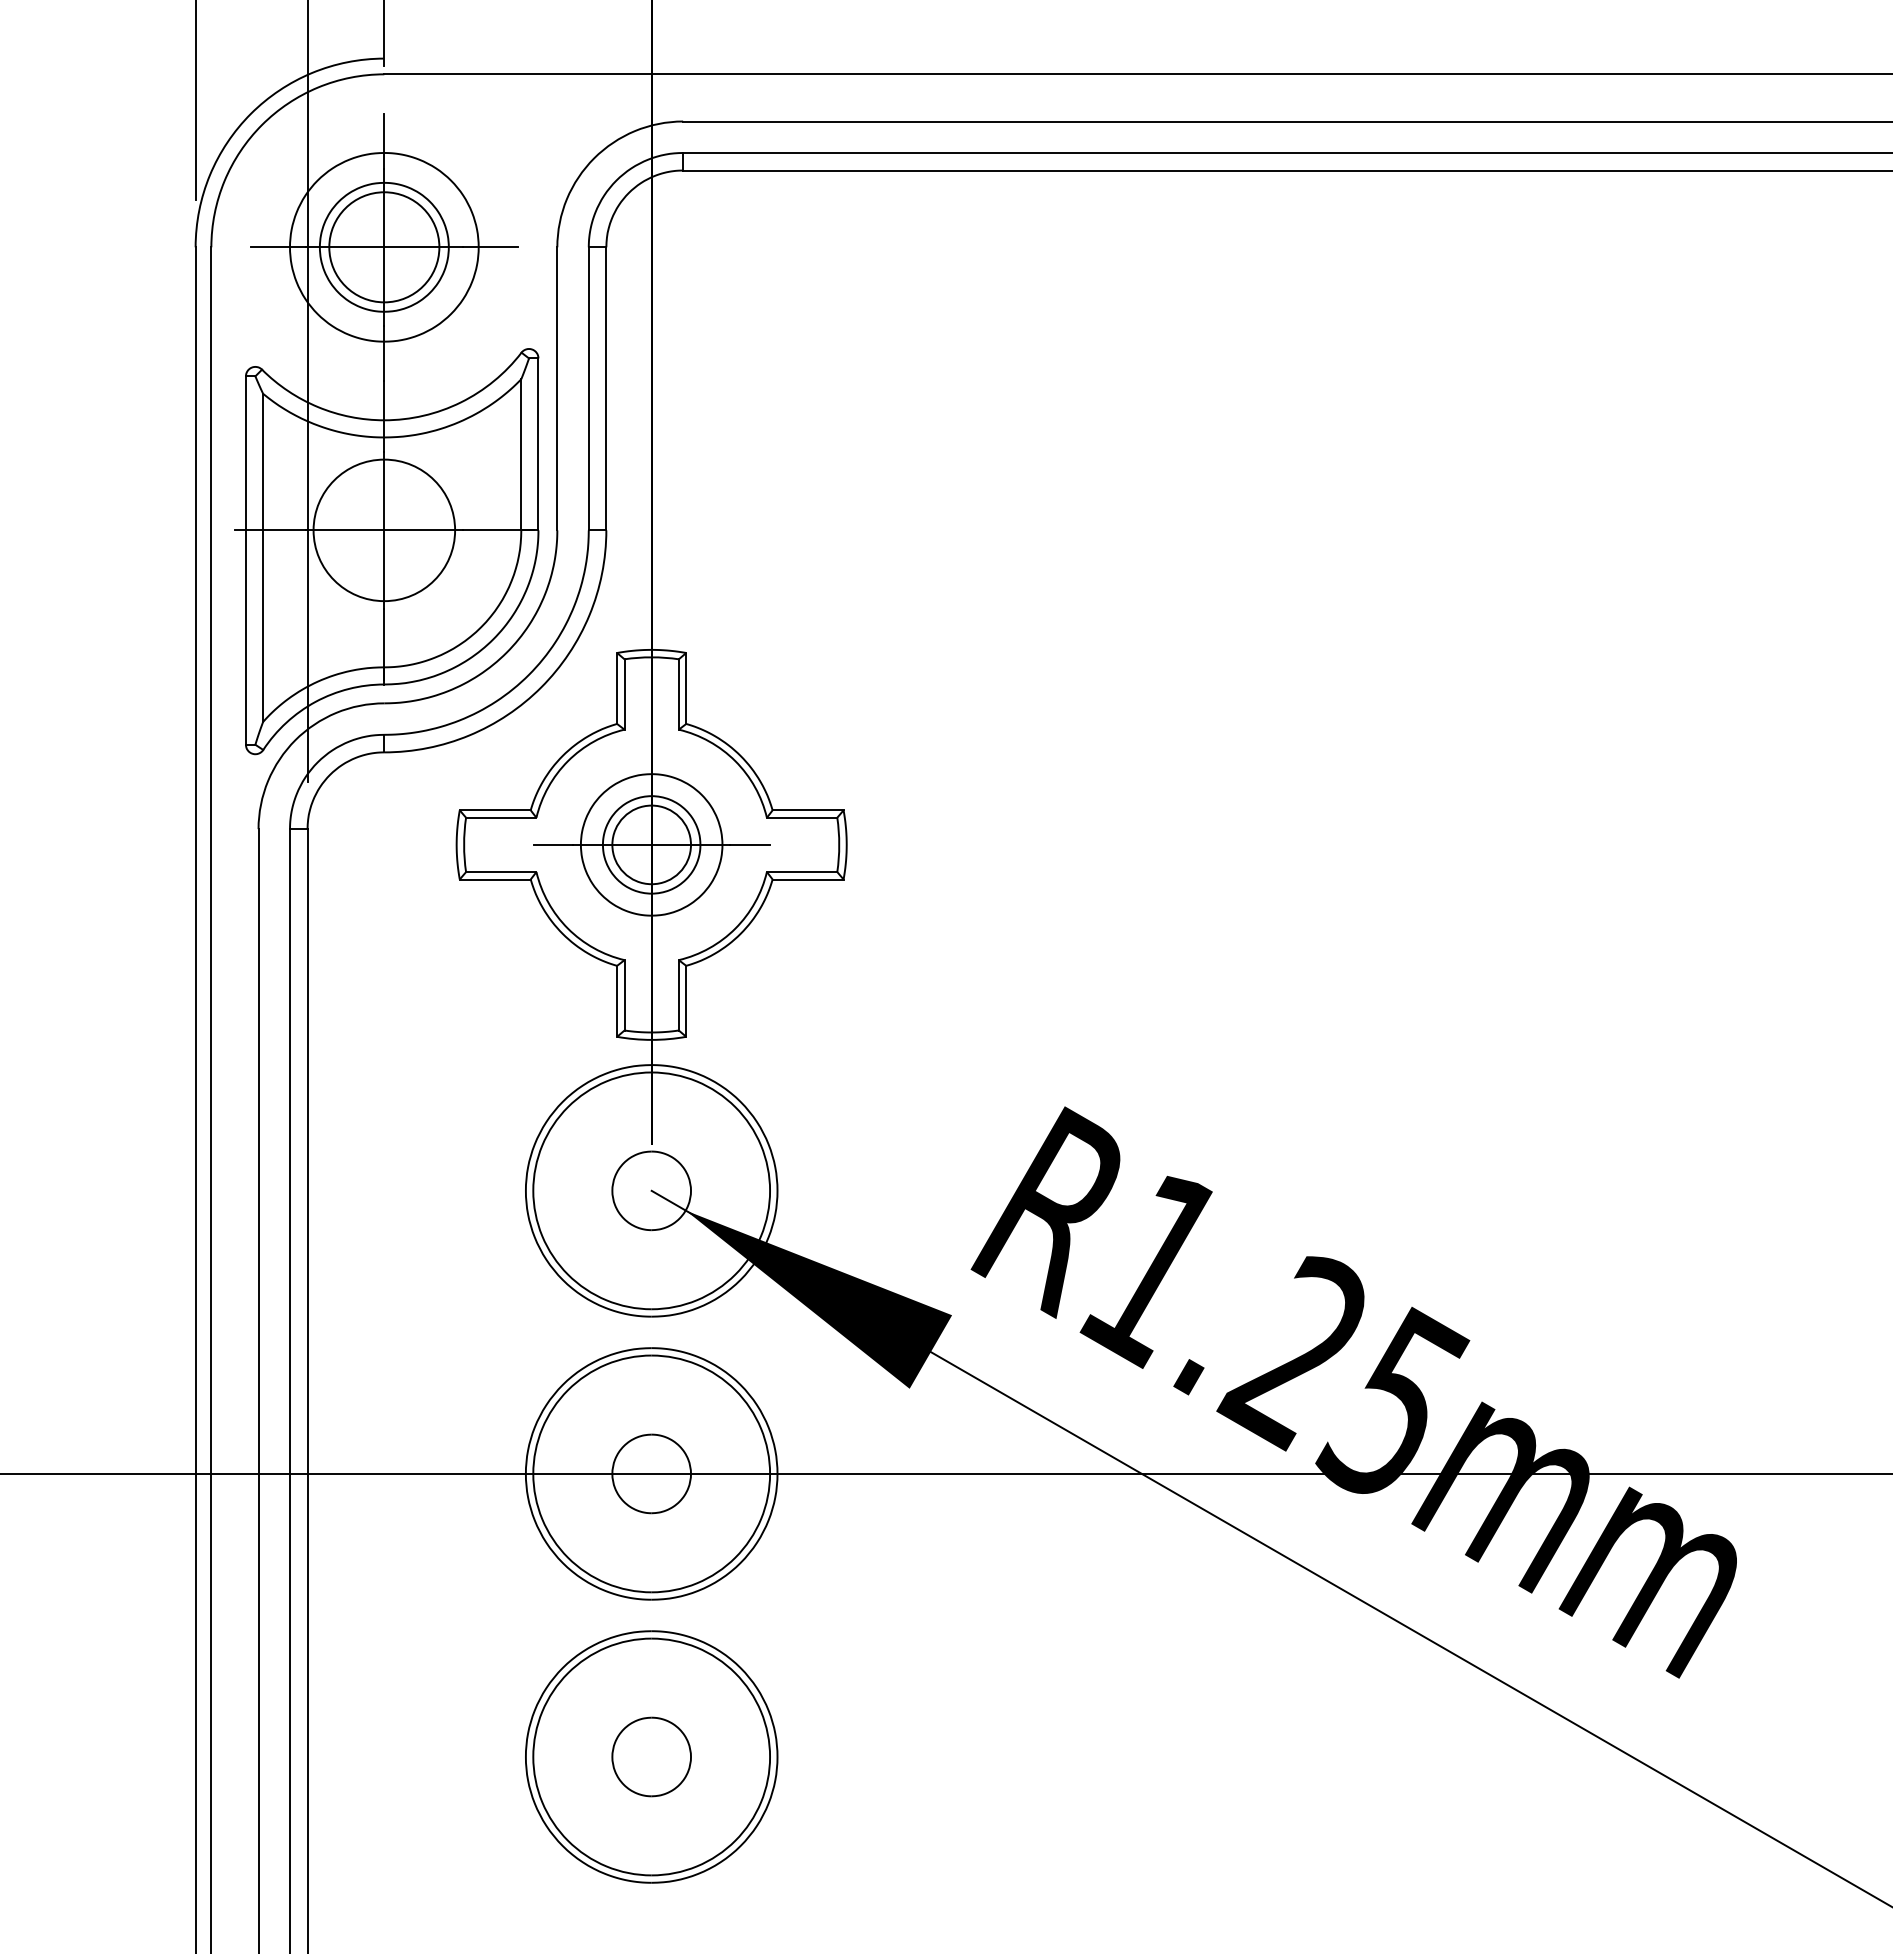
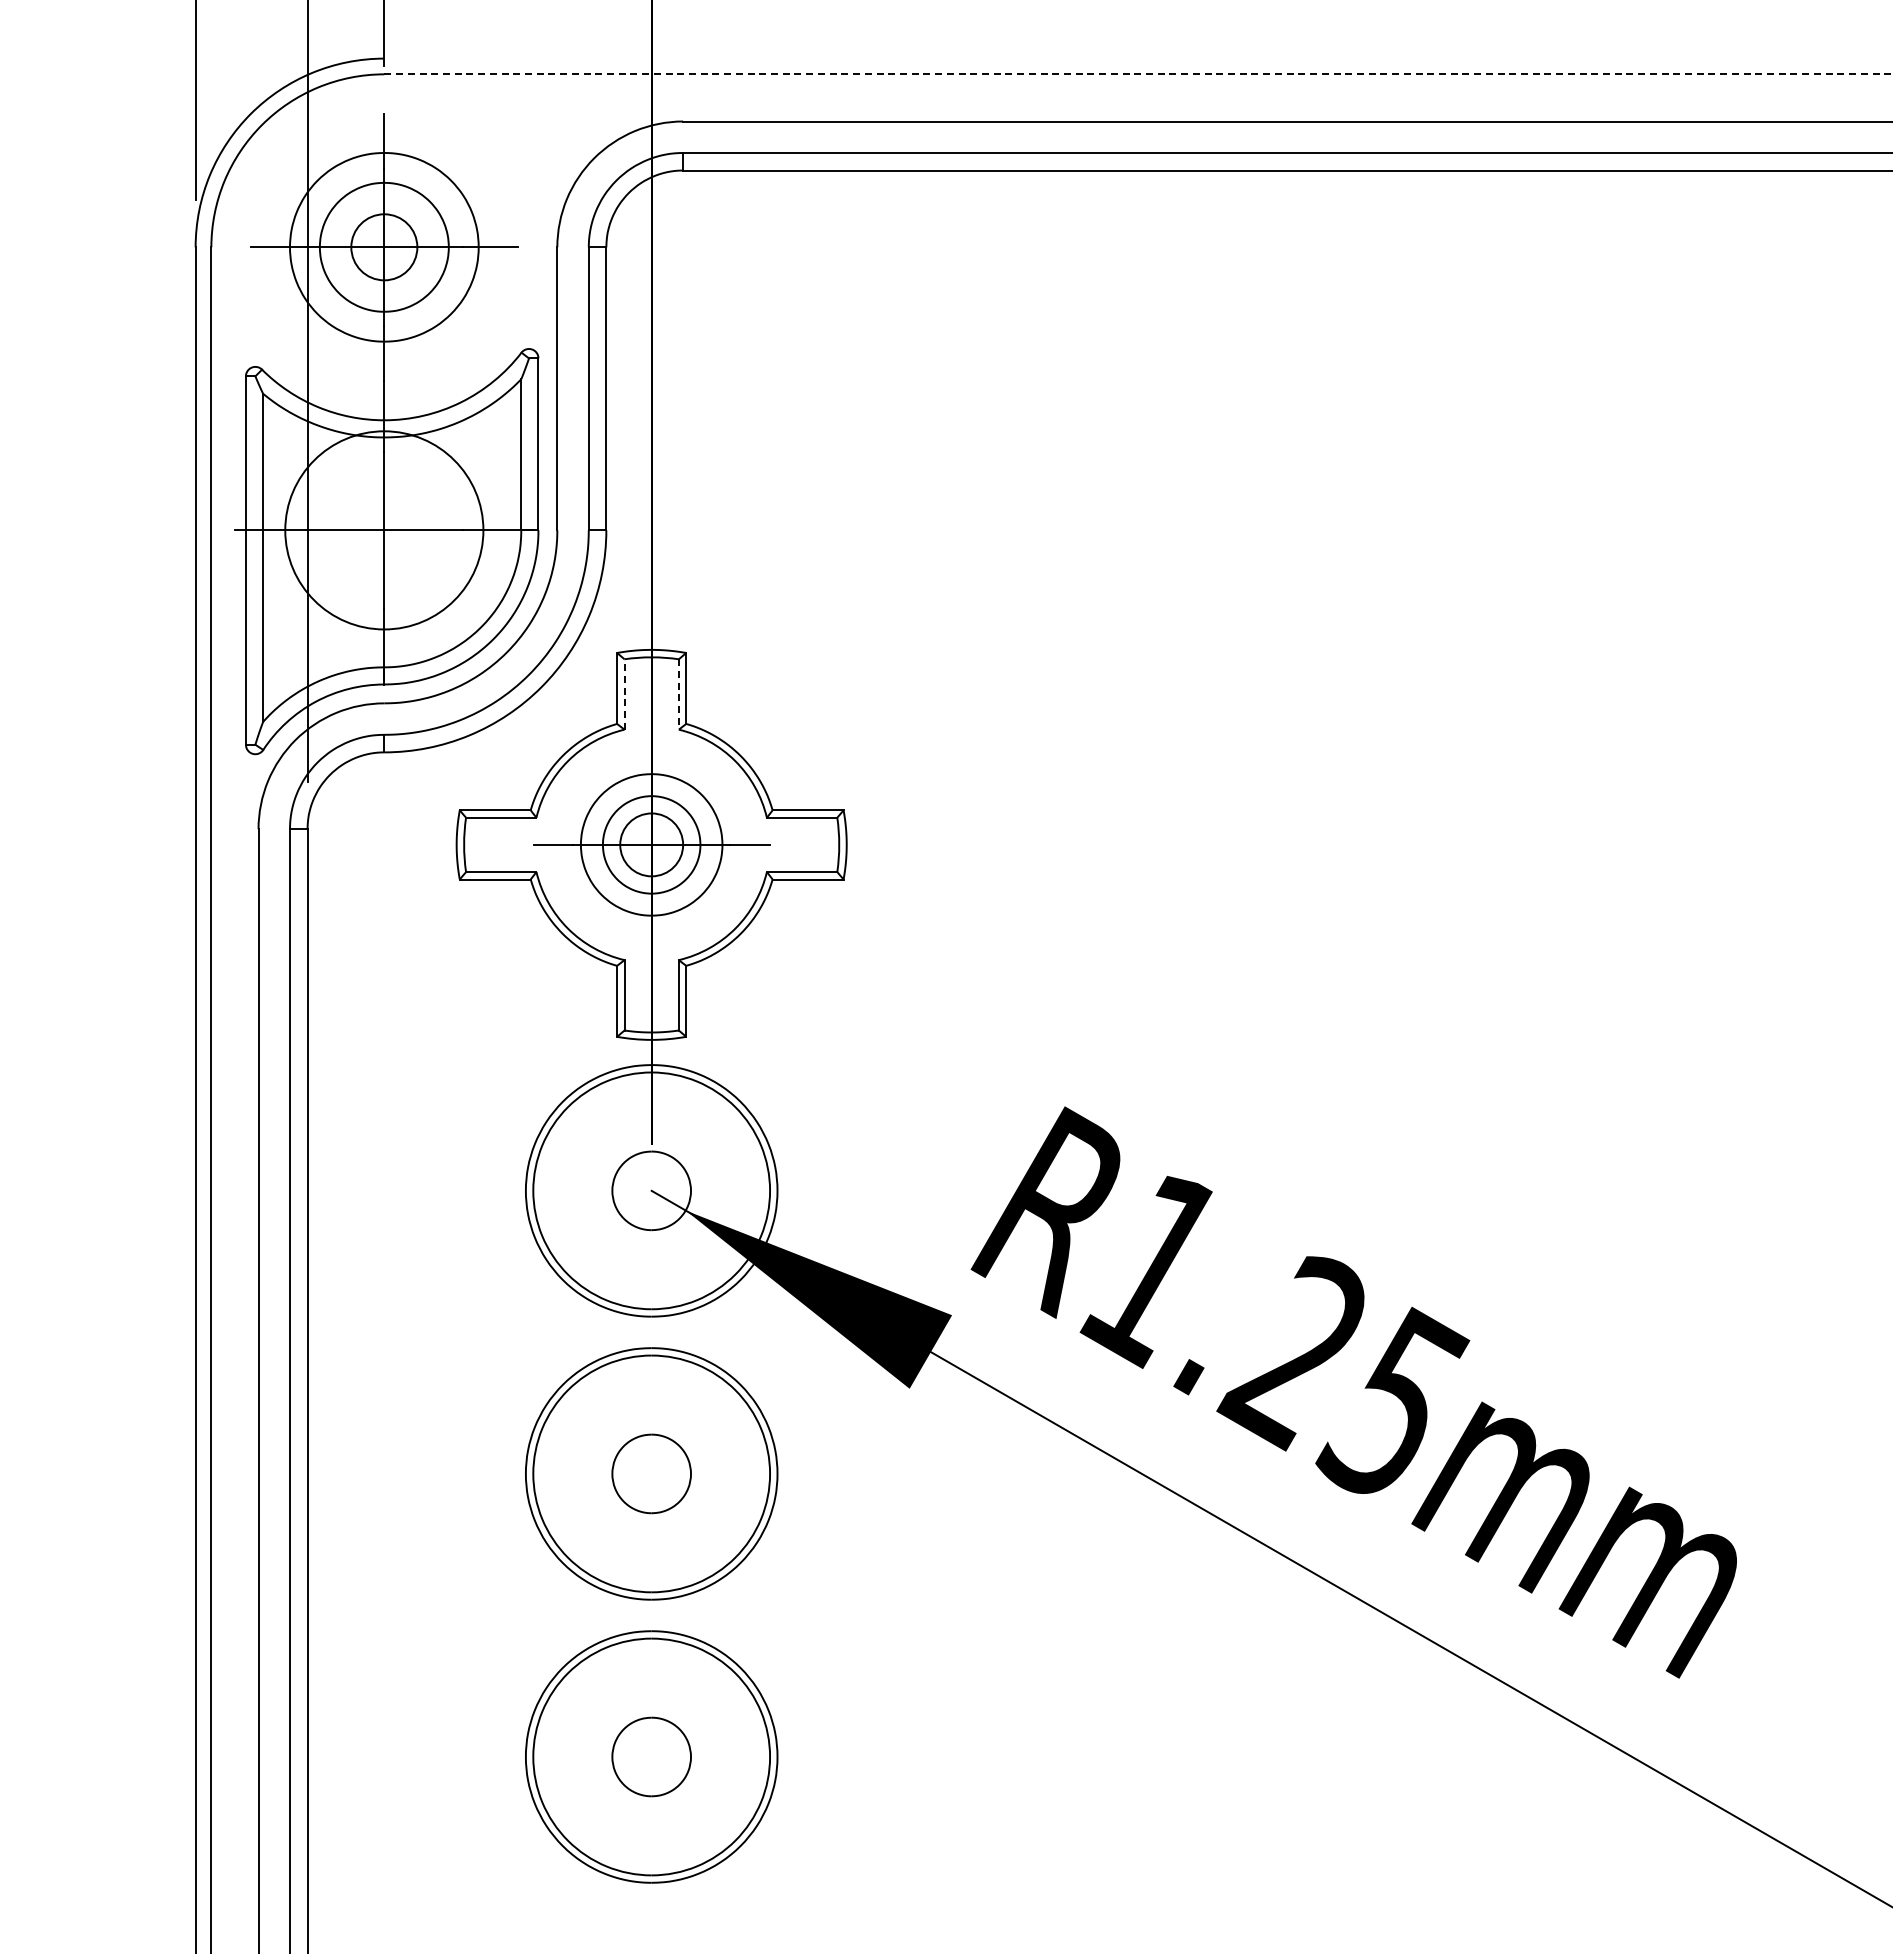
line at (1138, 74): solid -> dashed
circle at (384, 247) diameter: 110 px -> 66 px
circle at (384, 530) diameter: 142 px -> 198 px
line at (624, 694): solid -> dashed
line at (678, 694): solid -> dashed
circle at (651, 844) diameter: 79 px -> 63 px
line at (945, 1473): present -> none
